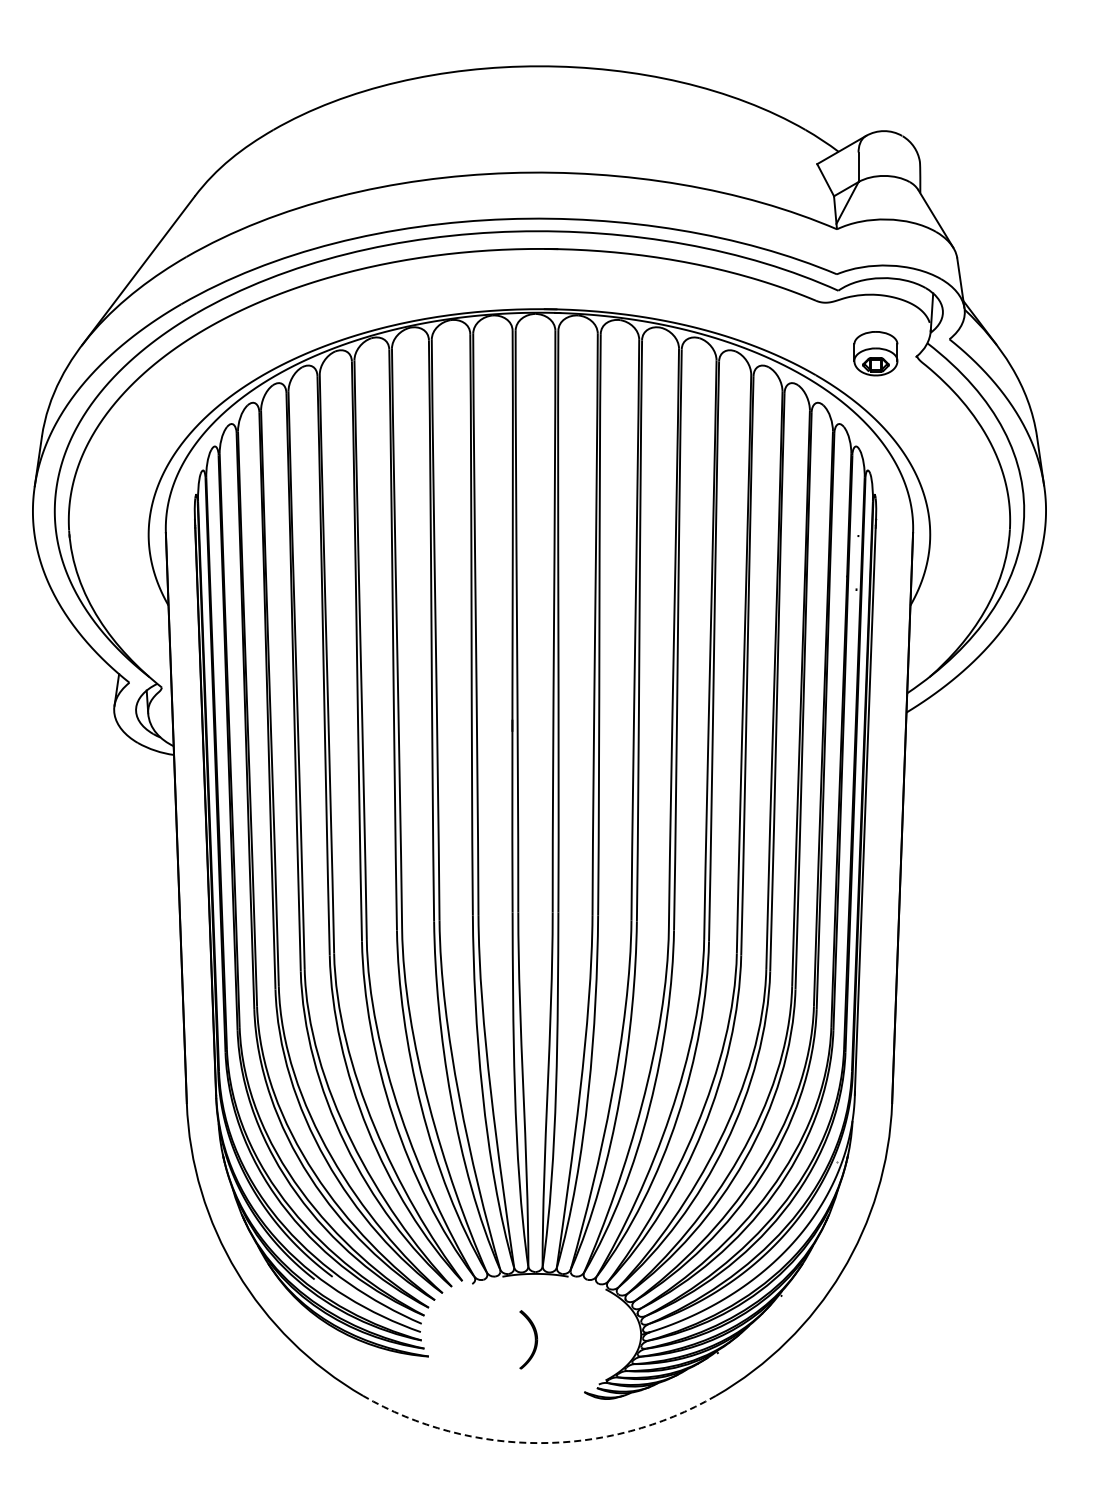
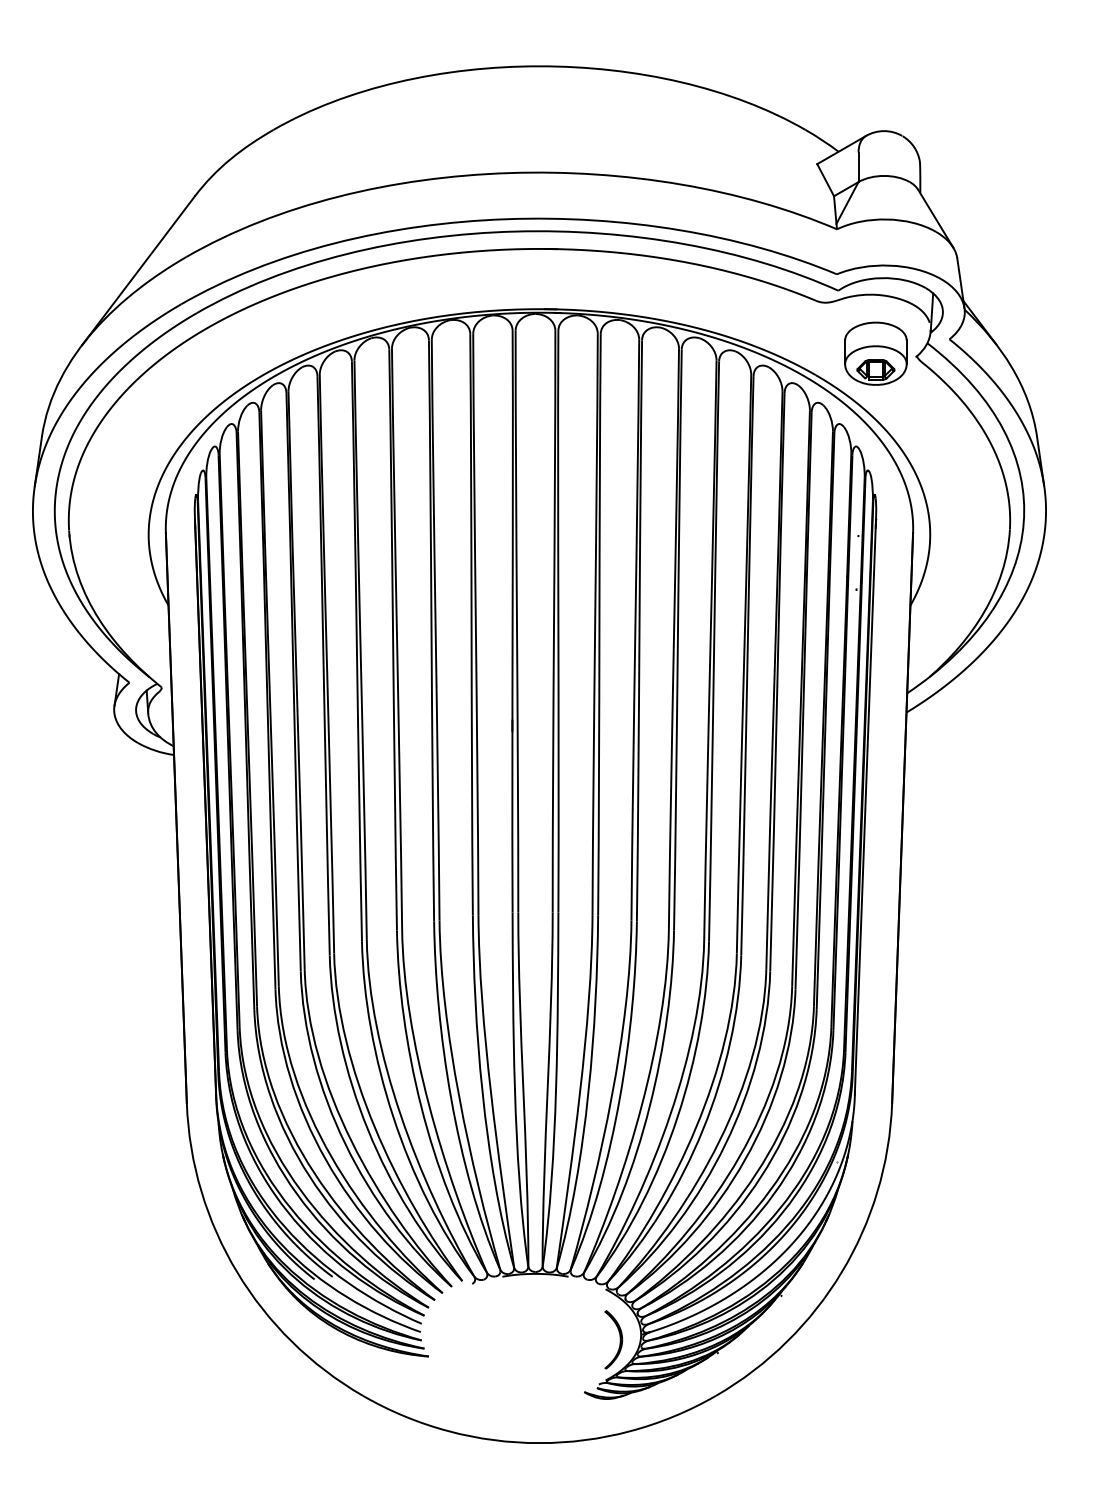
part at (875, 353) size: 46x46 px -> 64x65 px
part at (528, 1339) position: (528, 1339) -> (613, 1339)
arc at (539, 1443): dashed -> solid
